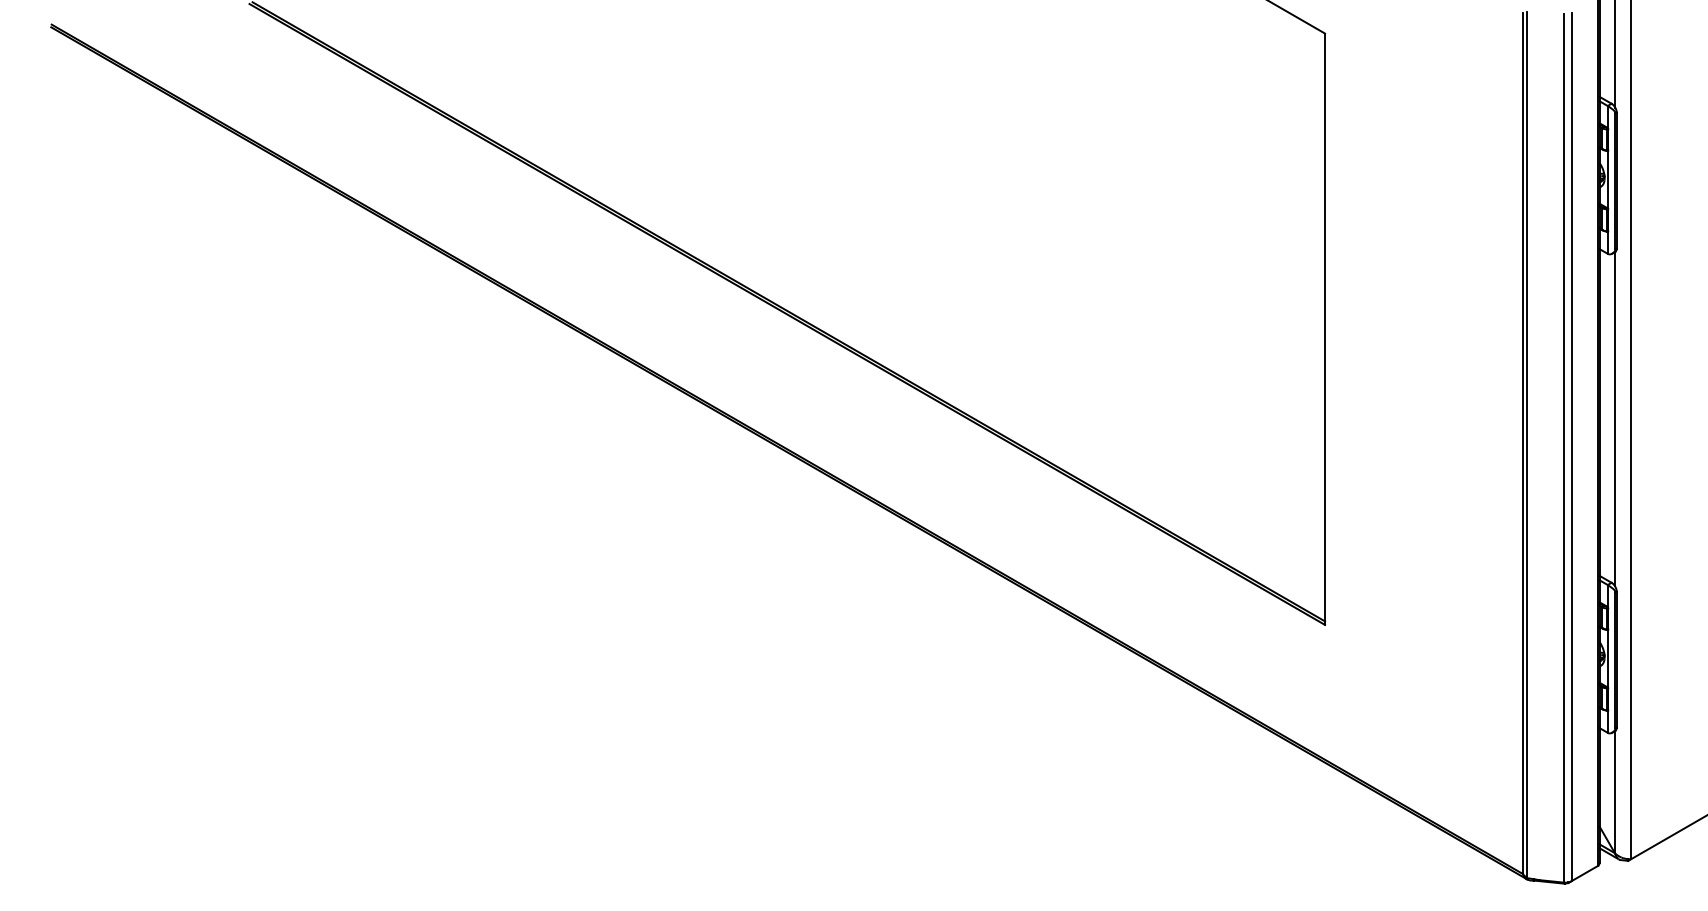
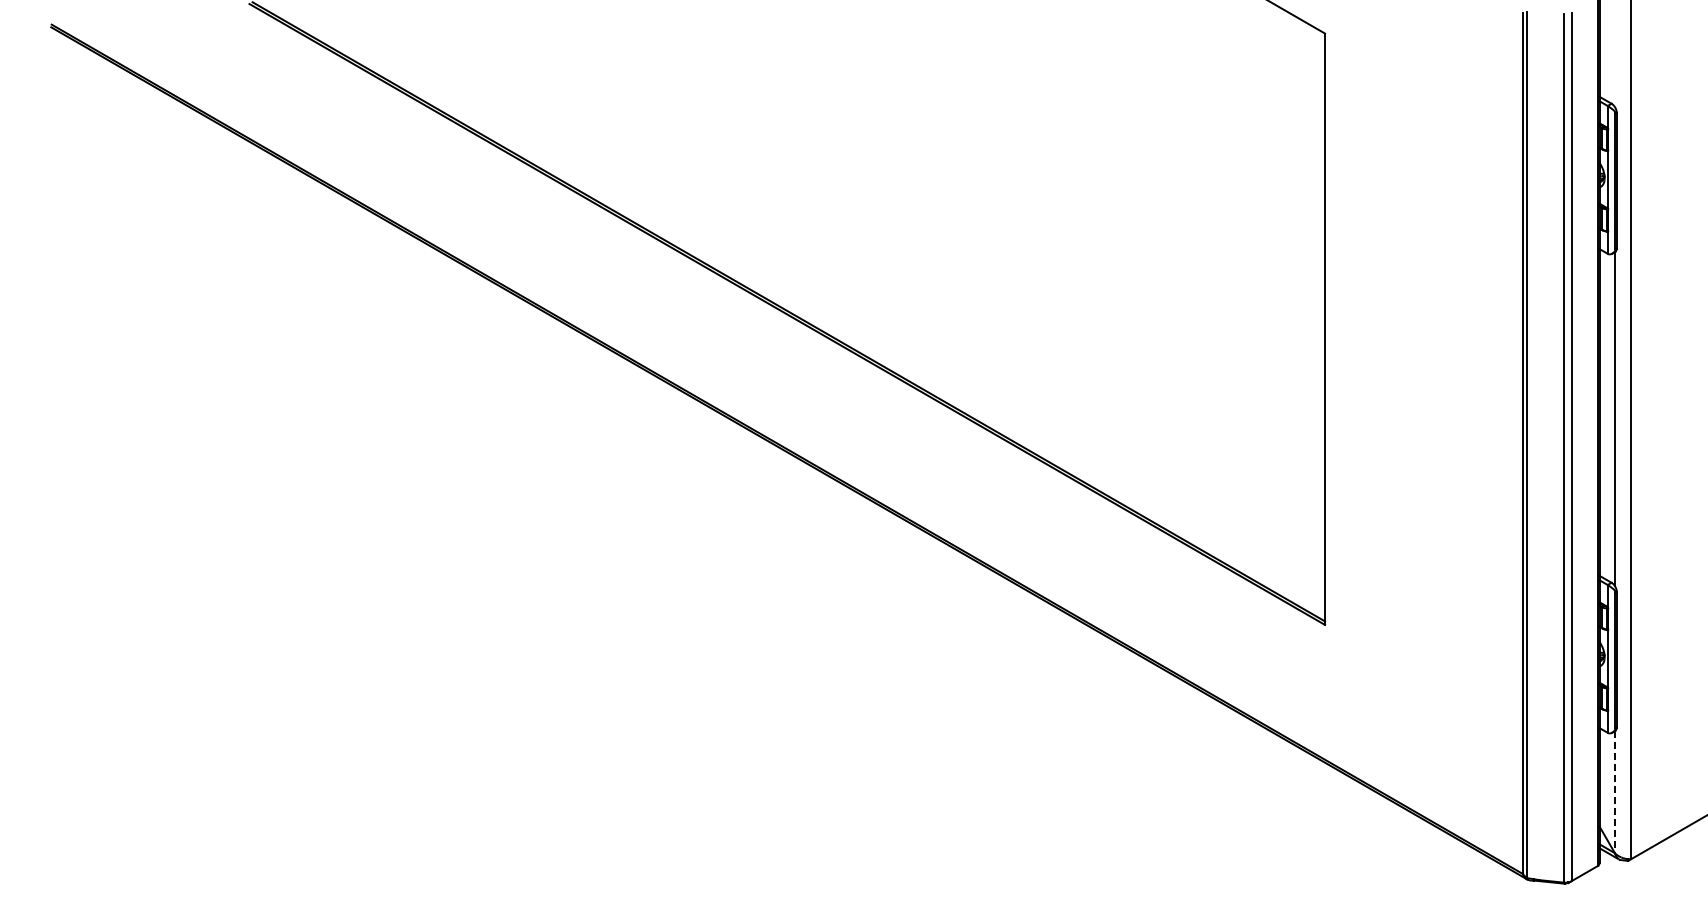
line at (1614, 54): present -> none
line at (1614, 792): solid -> dashed
